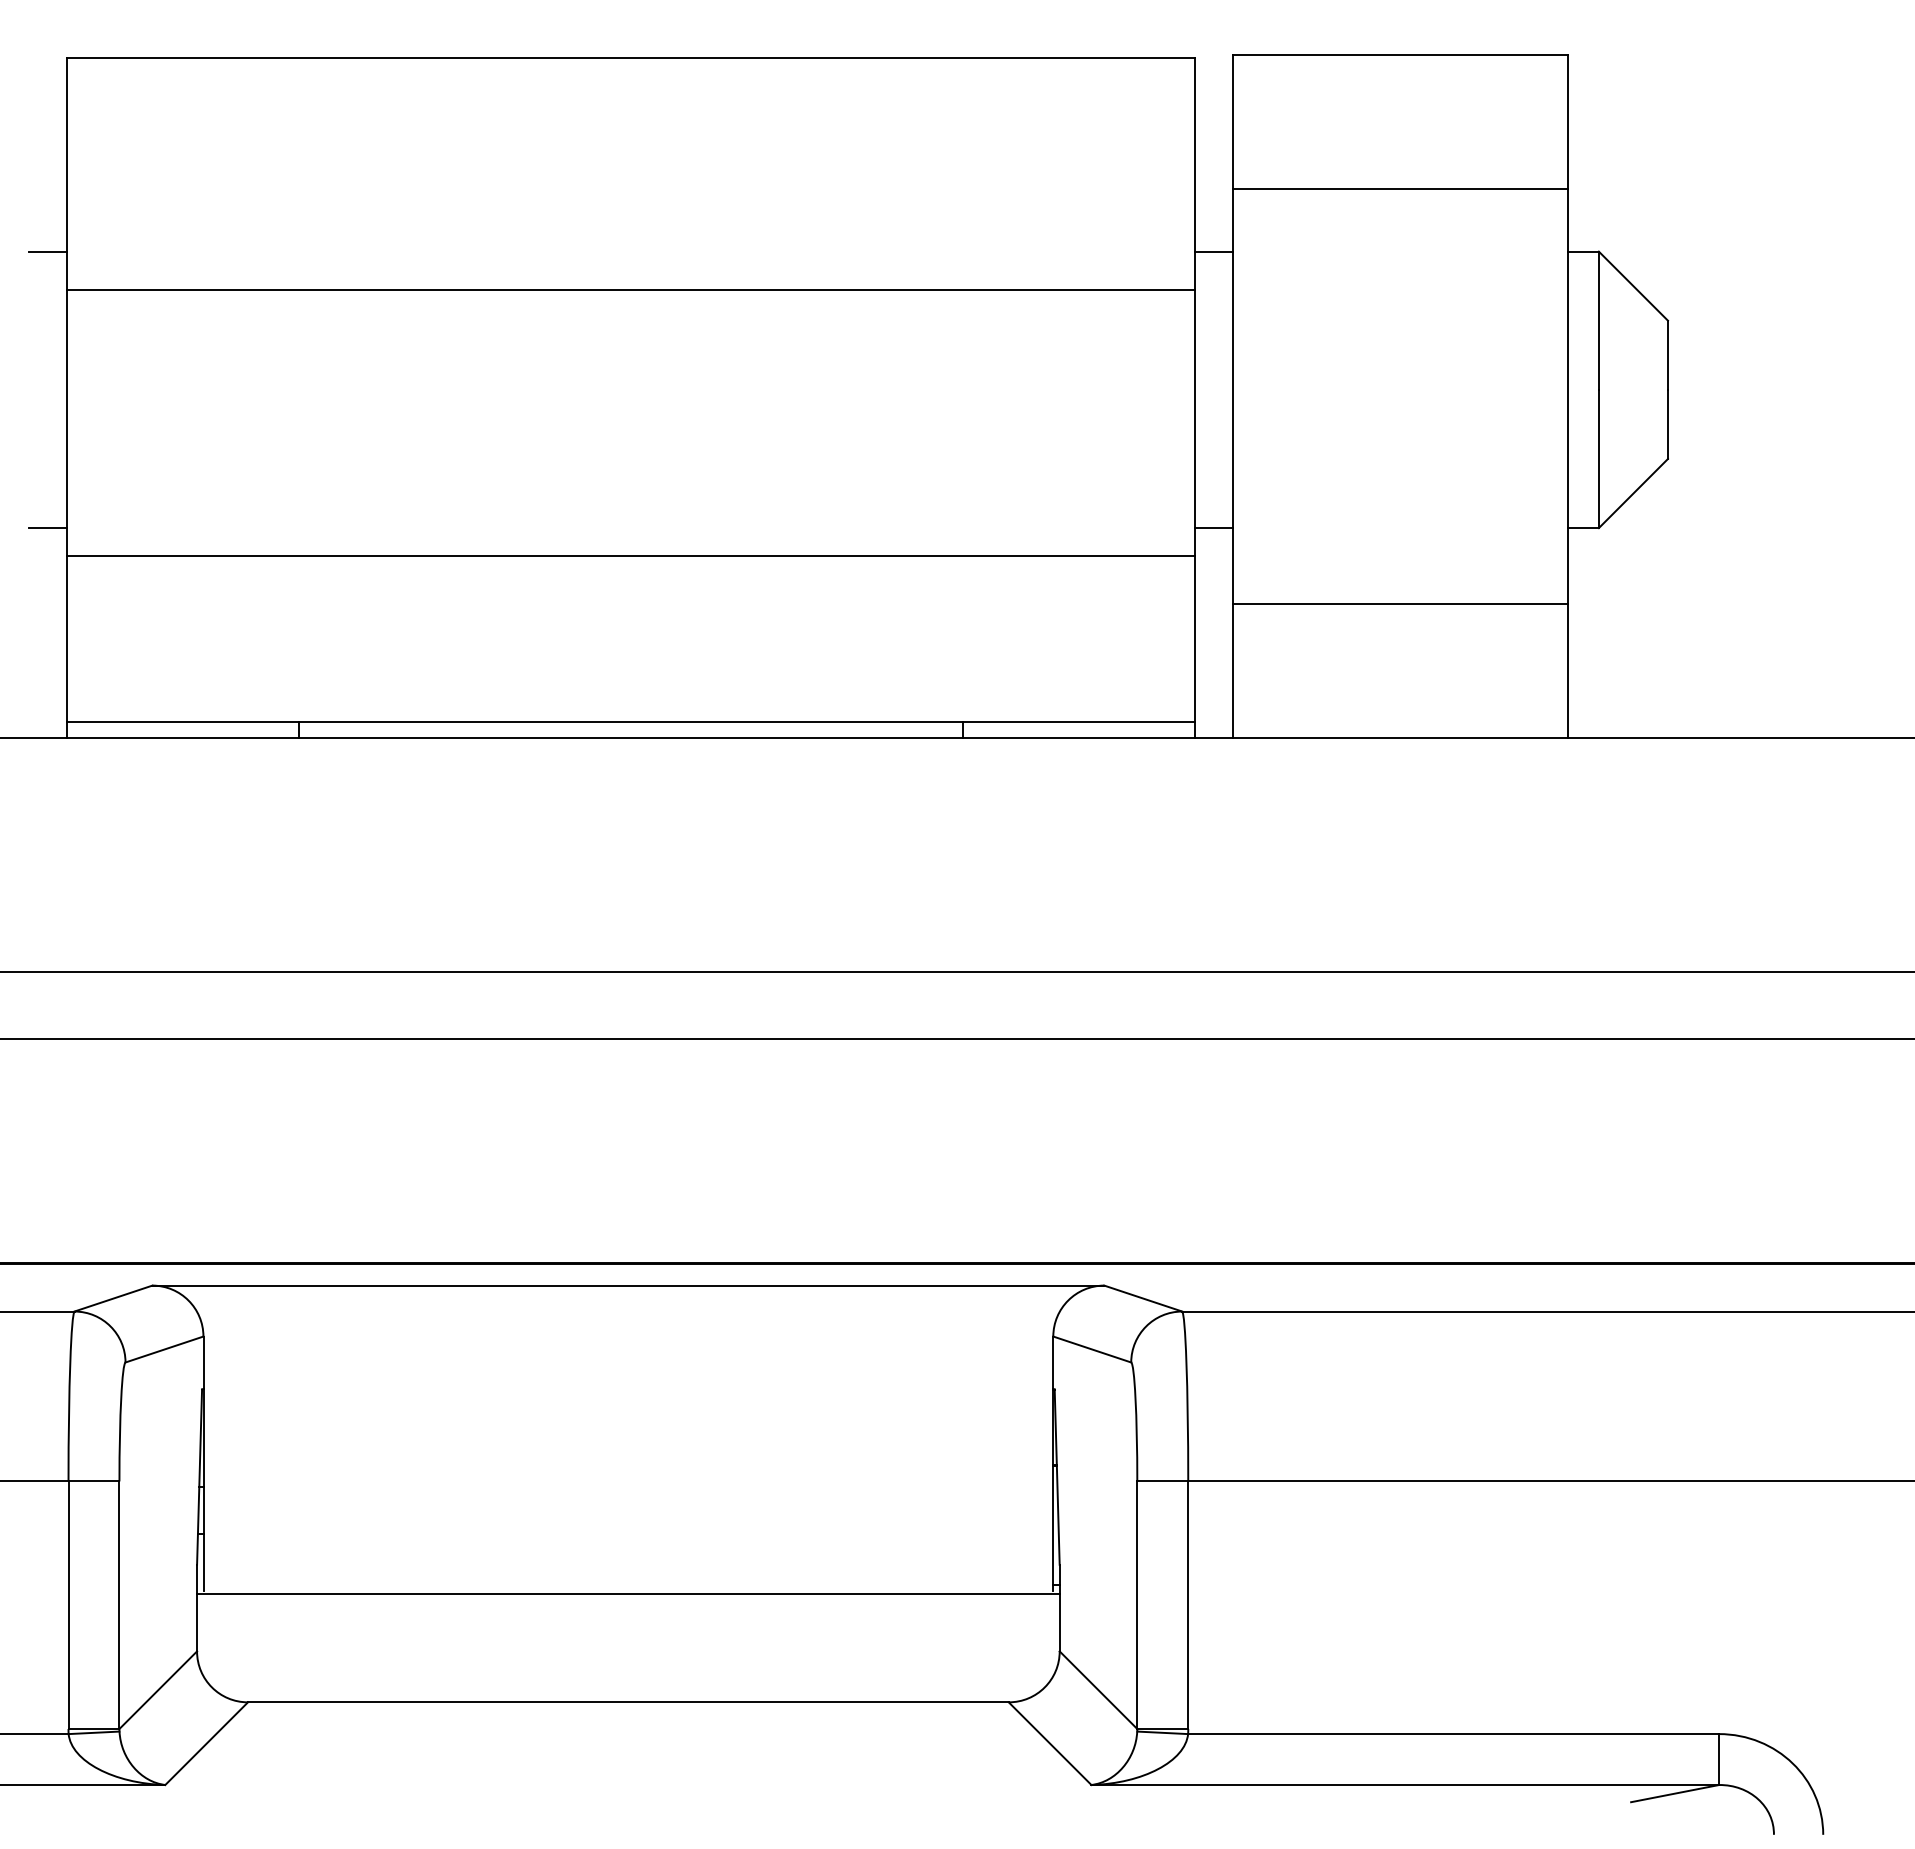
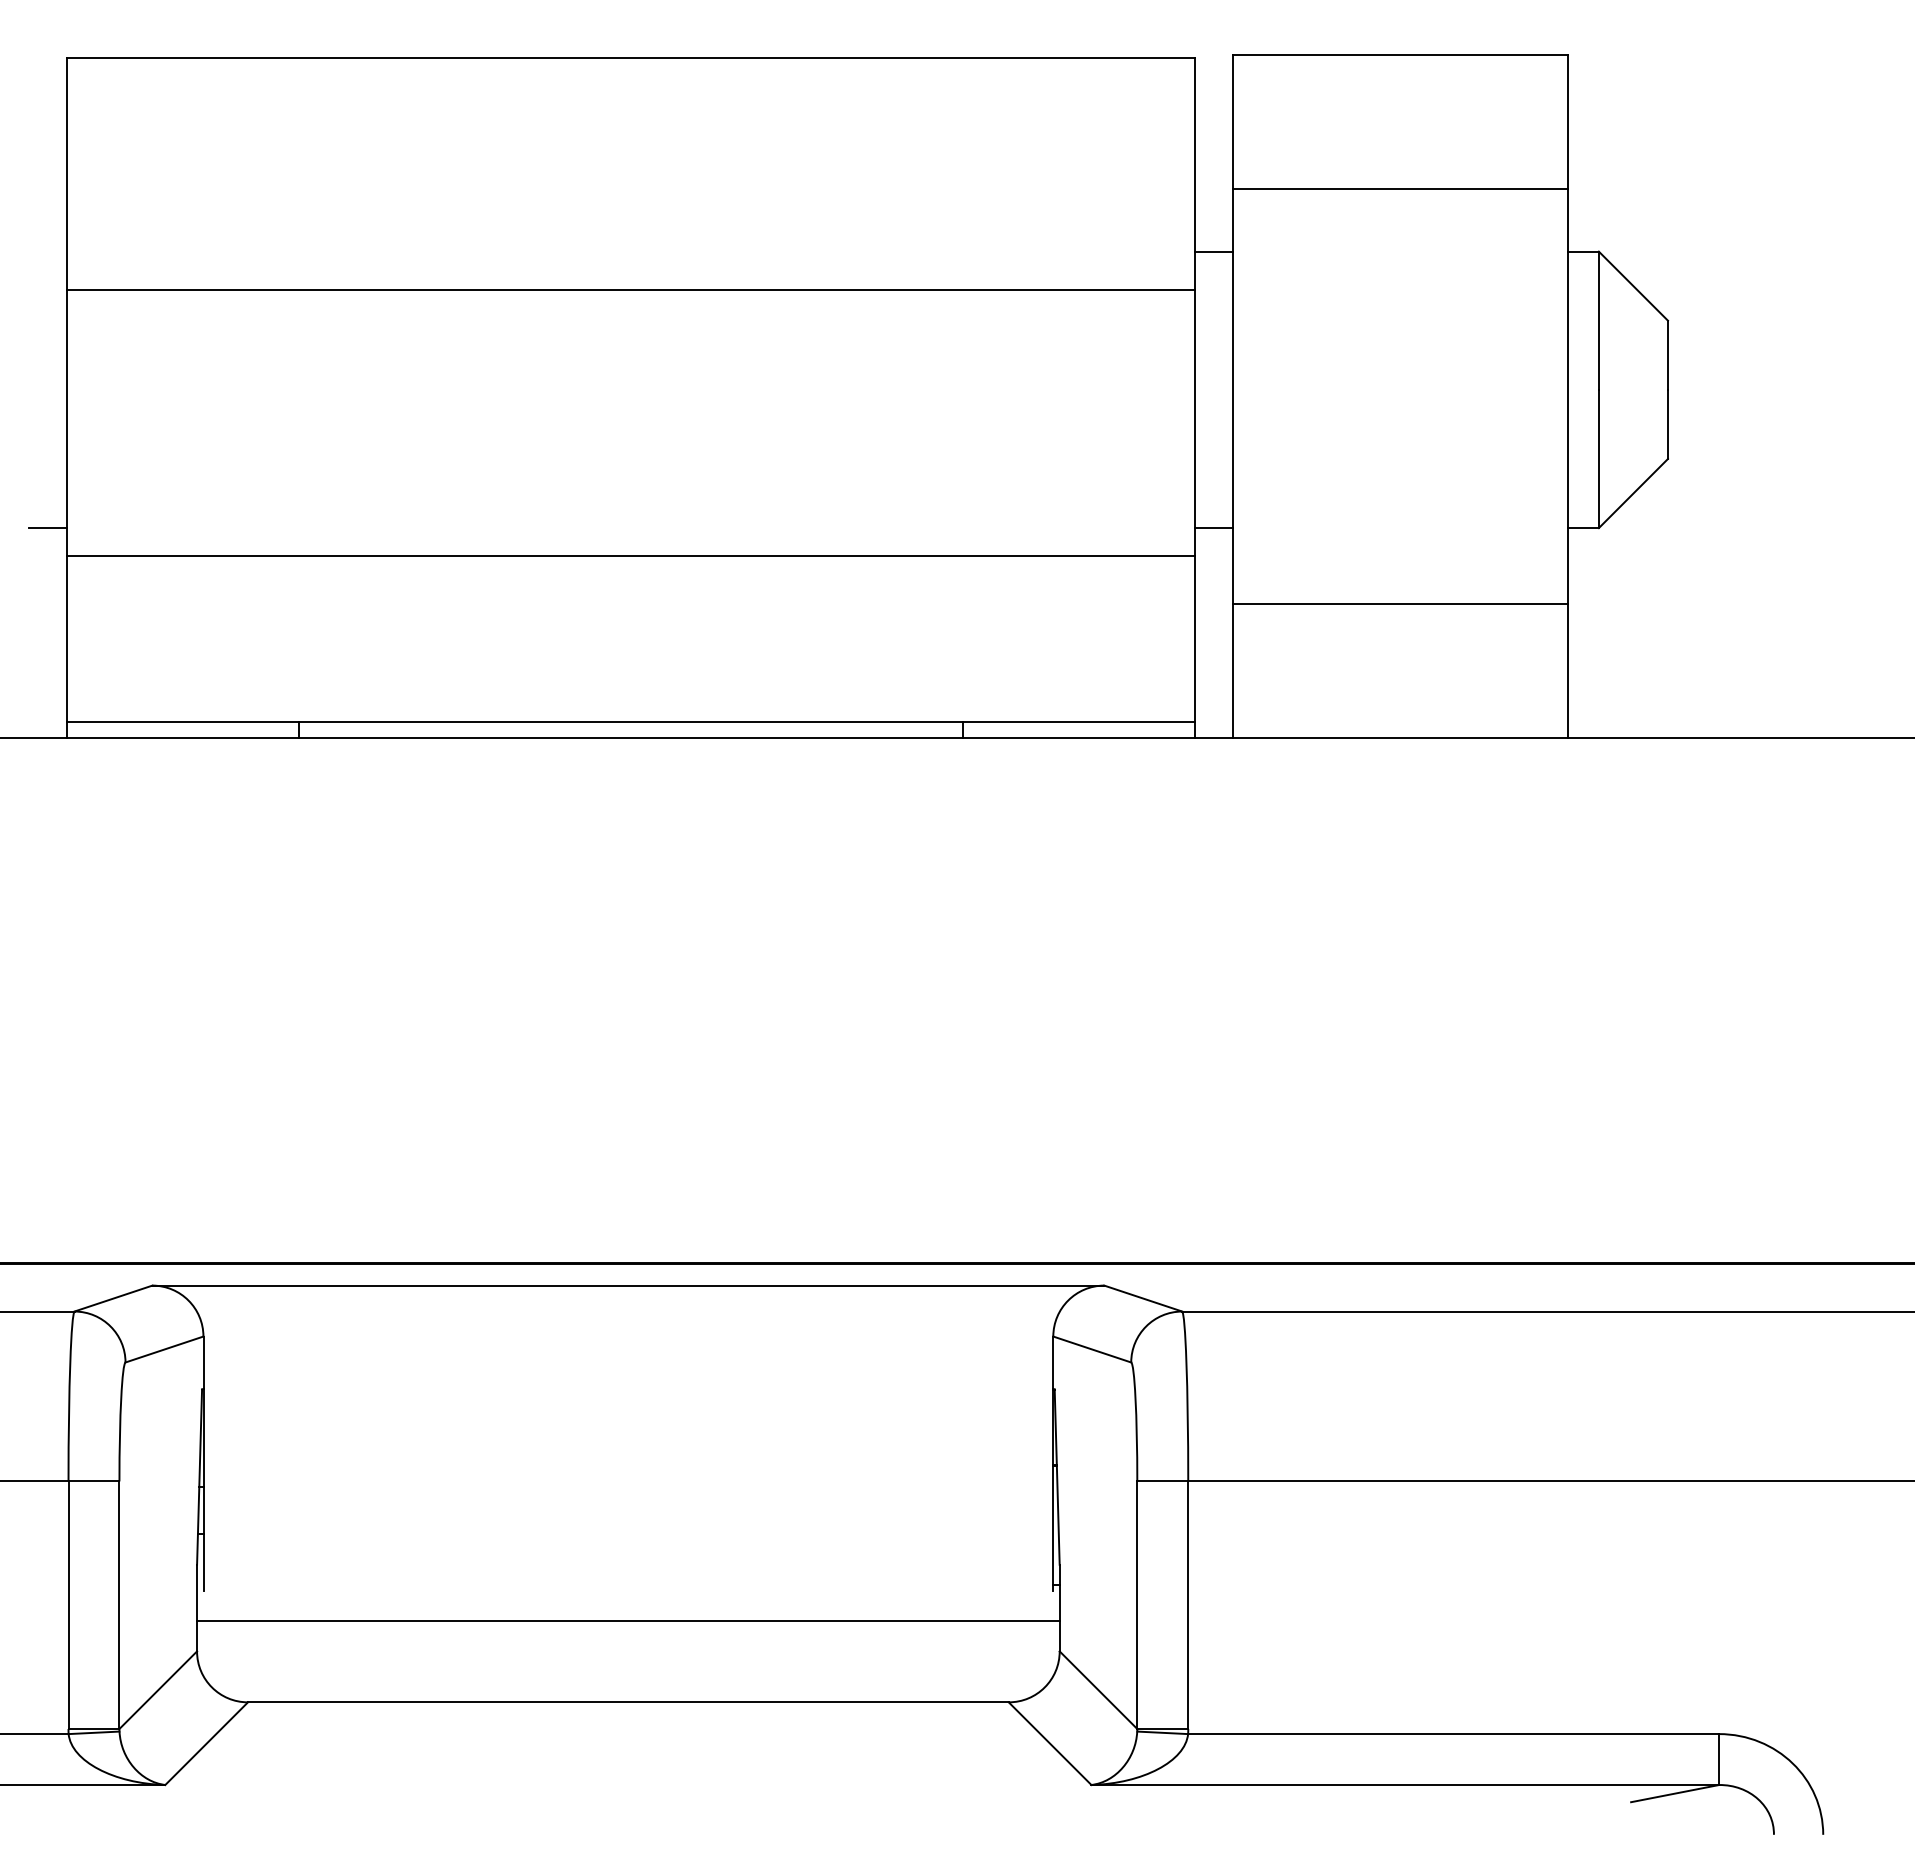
line at (48, 251): present -> none
line at (956, 971): present -> none
line at (956, 1038): present -> none
line at (628, 1593) position: (628, 1593) -> (628, 1620)
